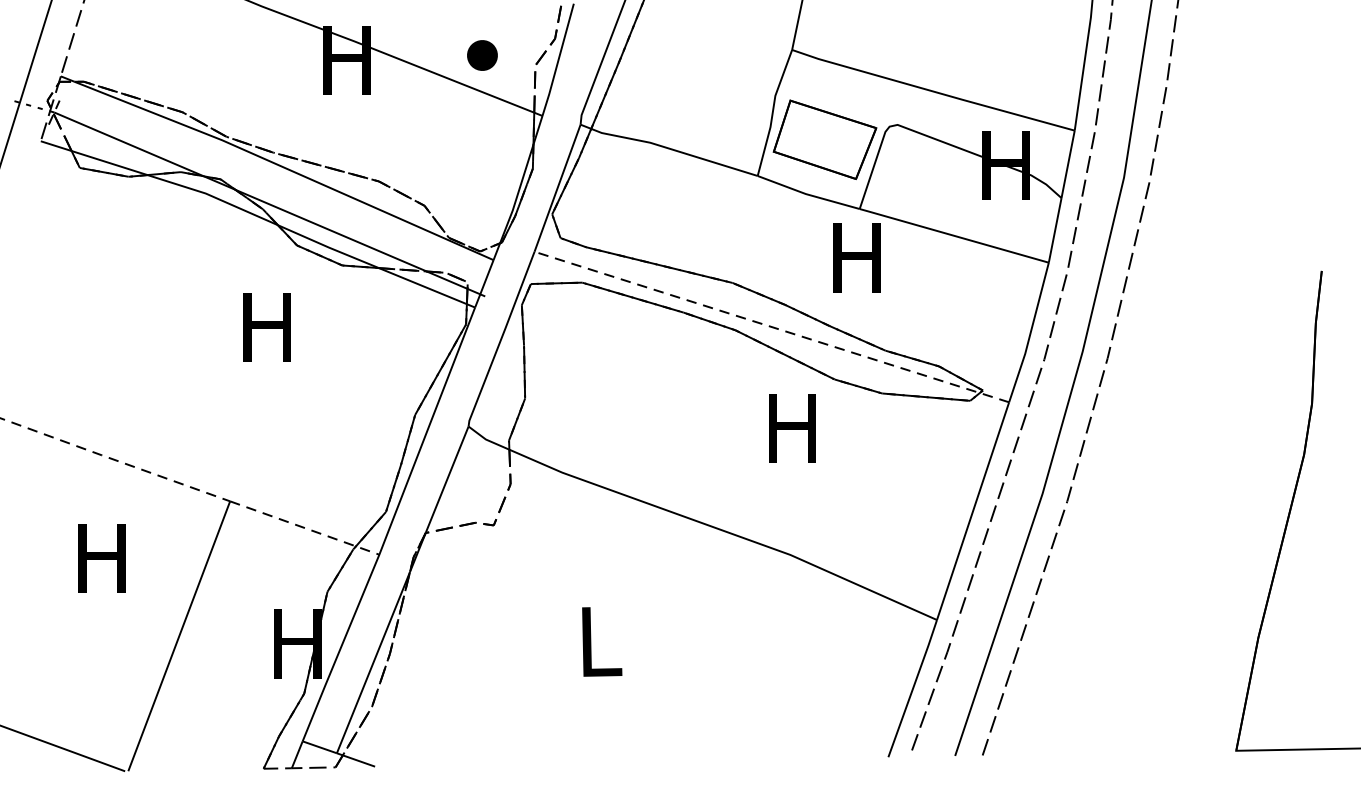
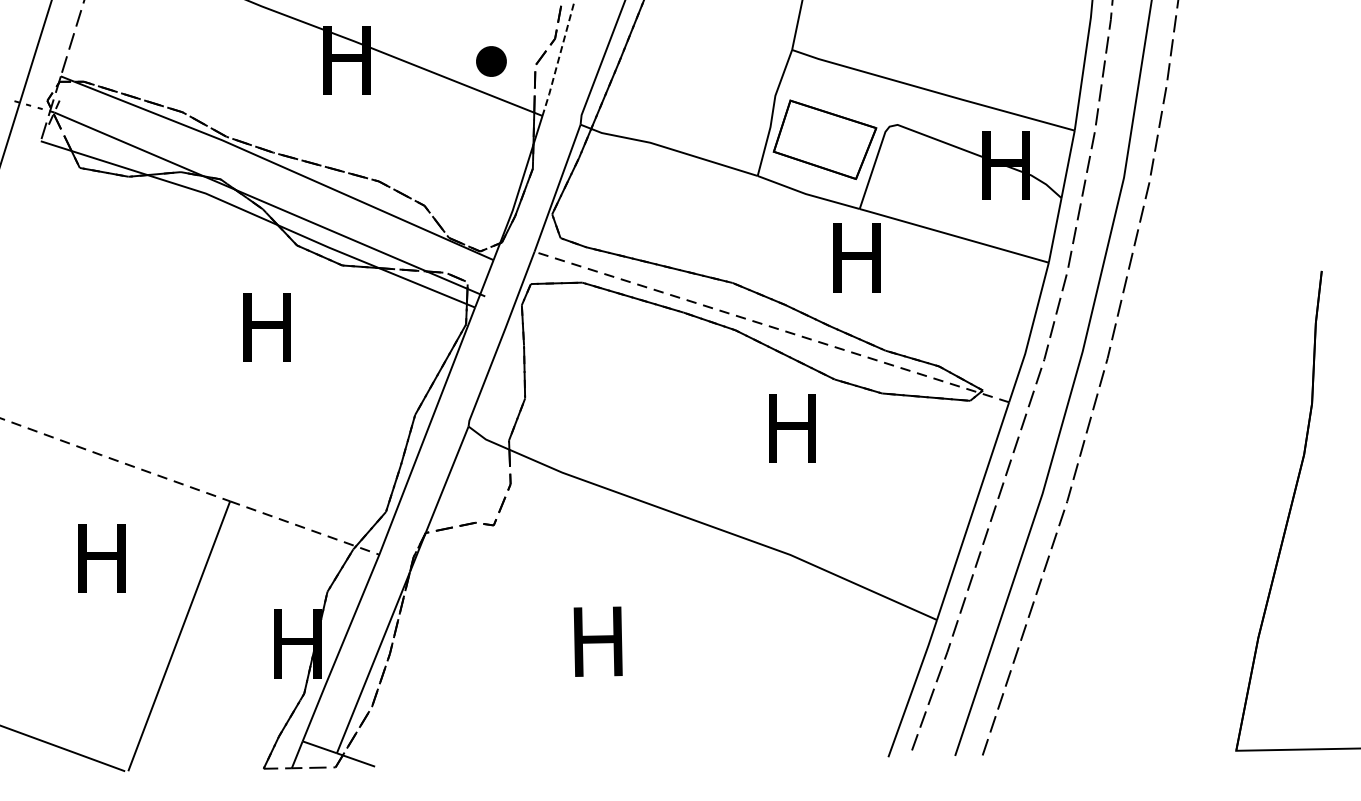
part at (482, 55) position: (482, 55) -> (491, 61)
line at (558, 60): solid -> dashed
text at (597, 641): L -> H
